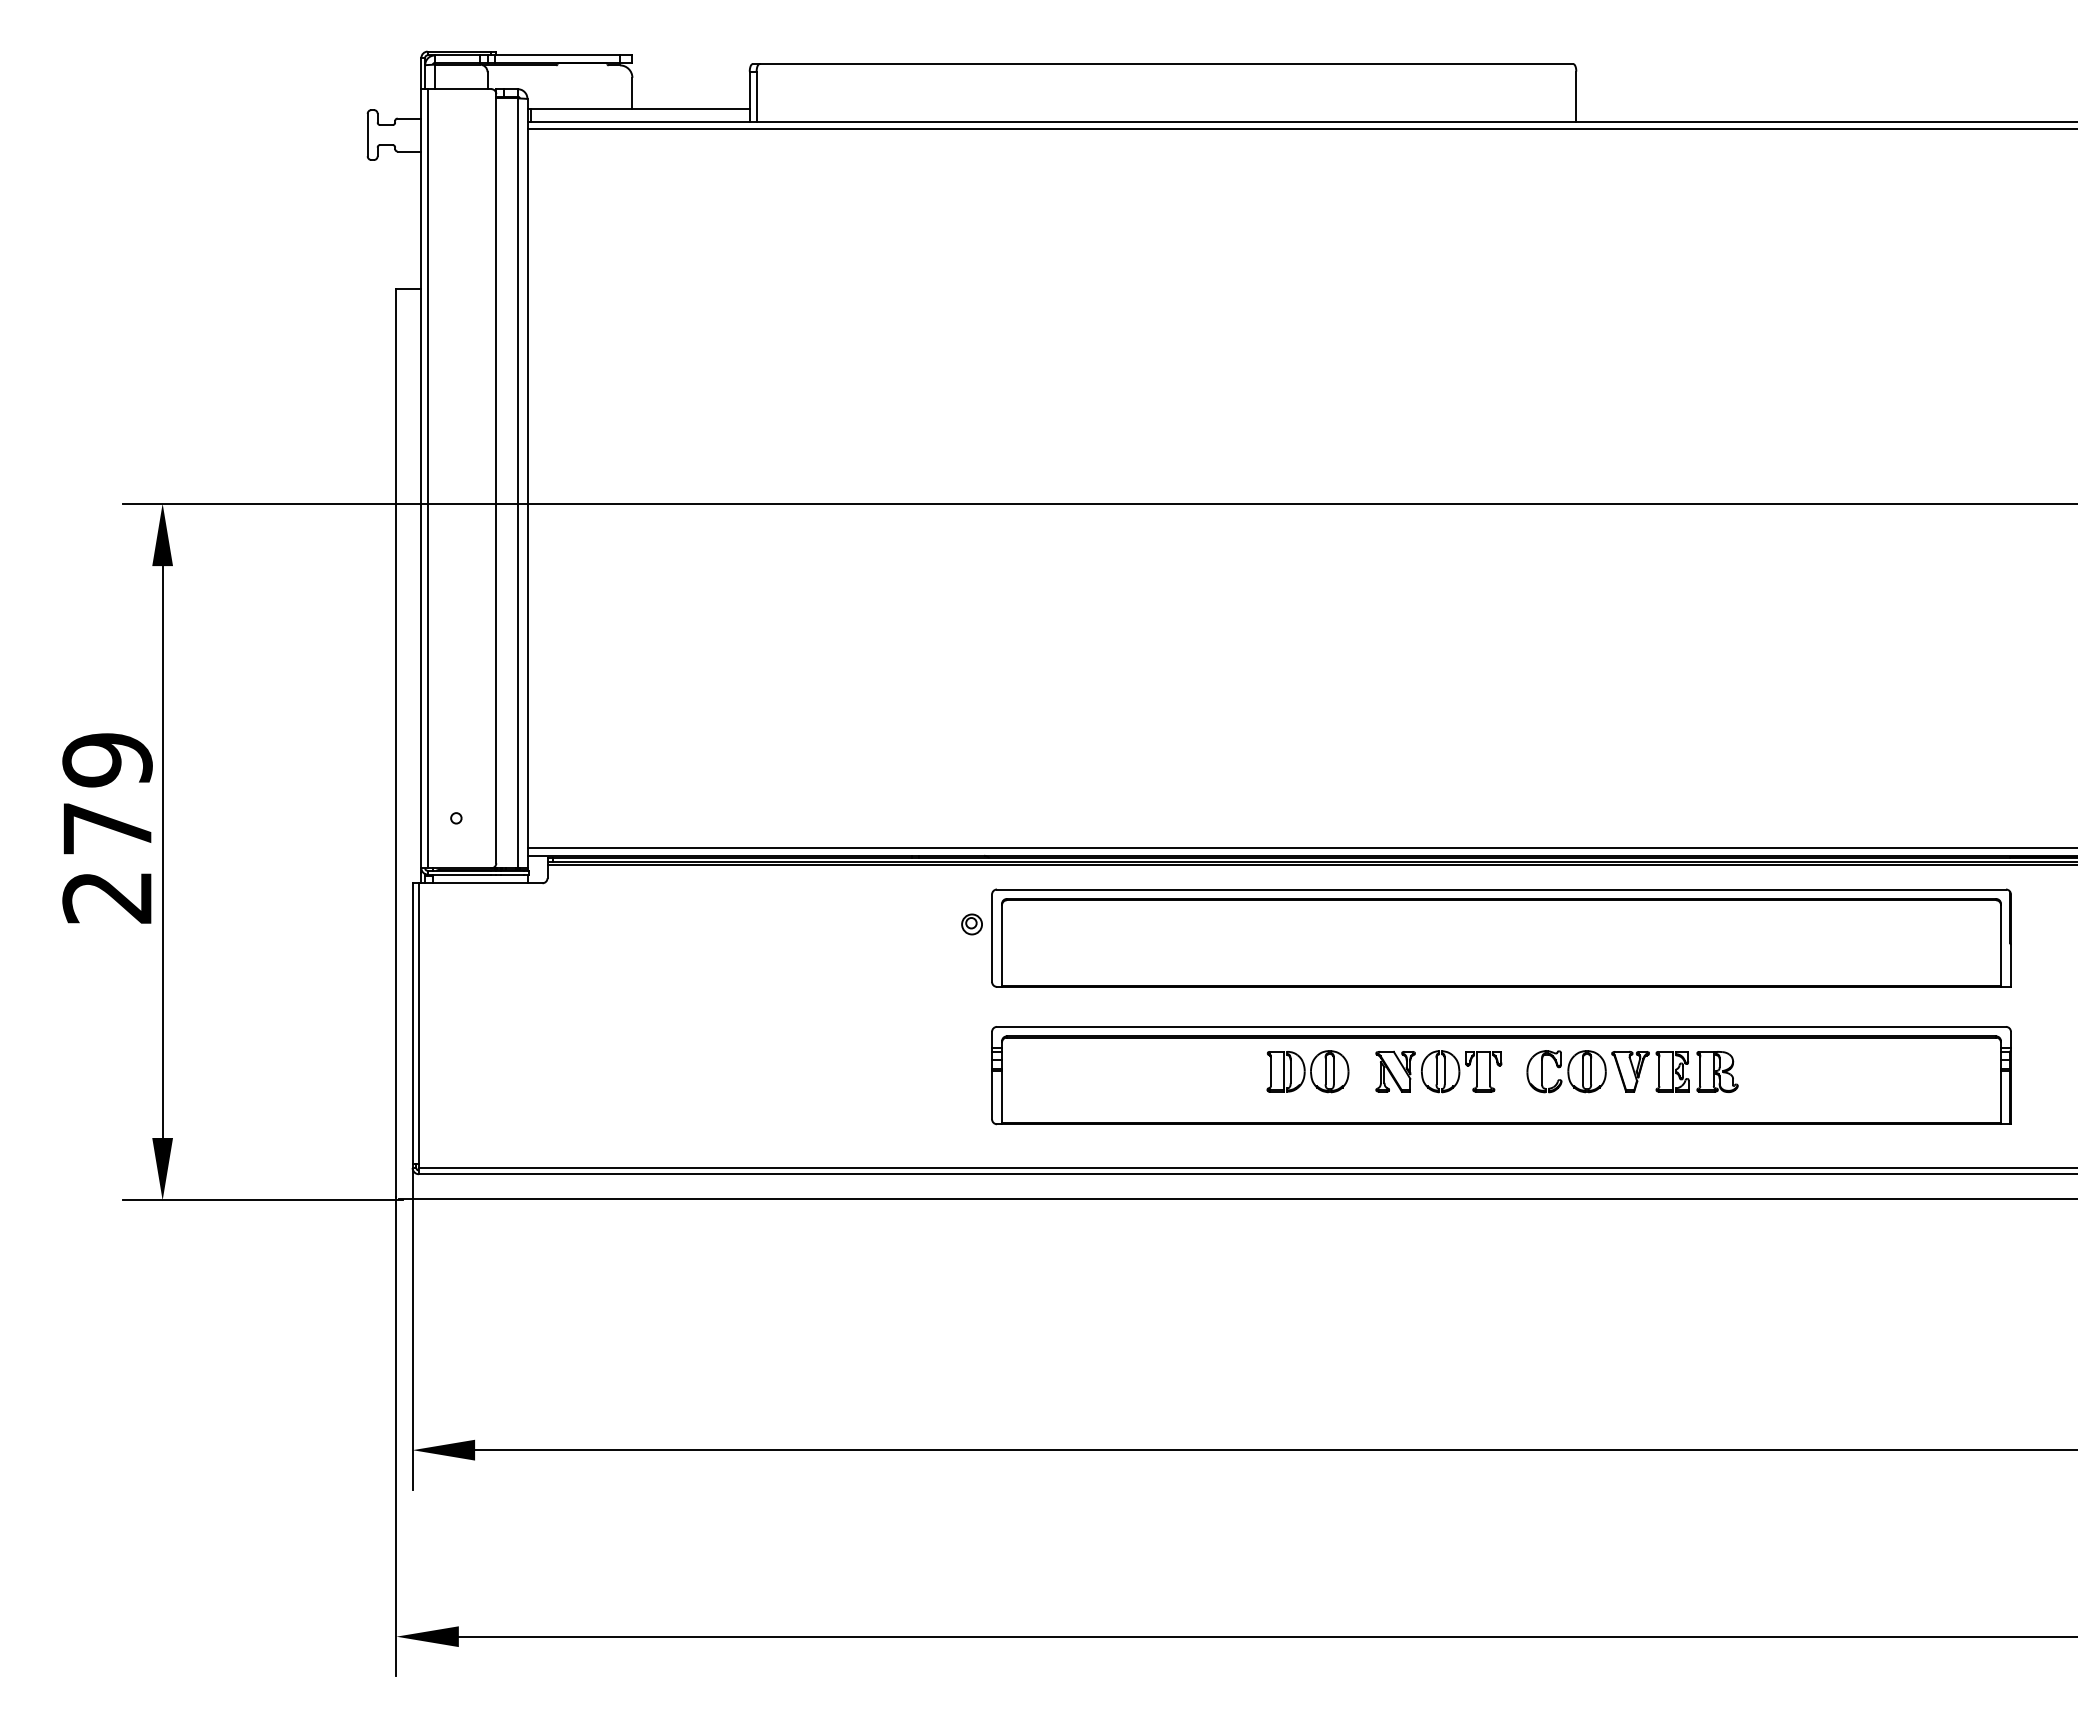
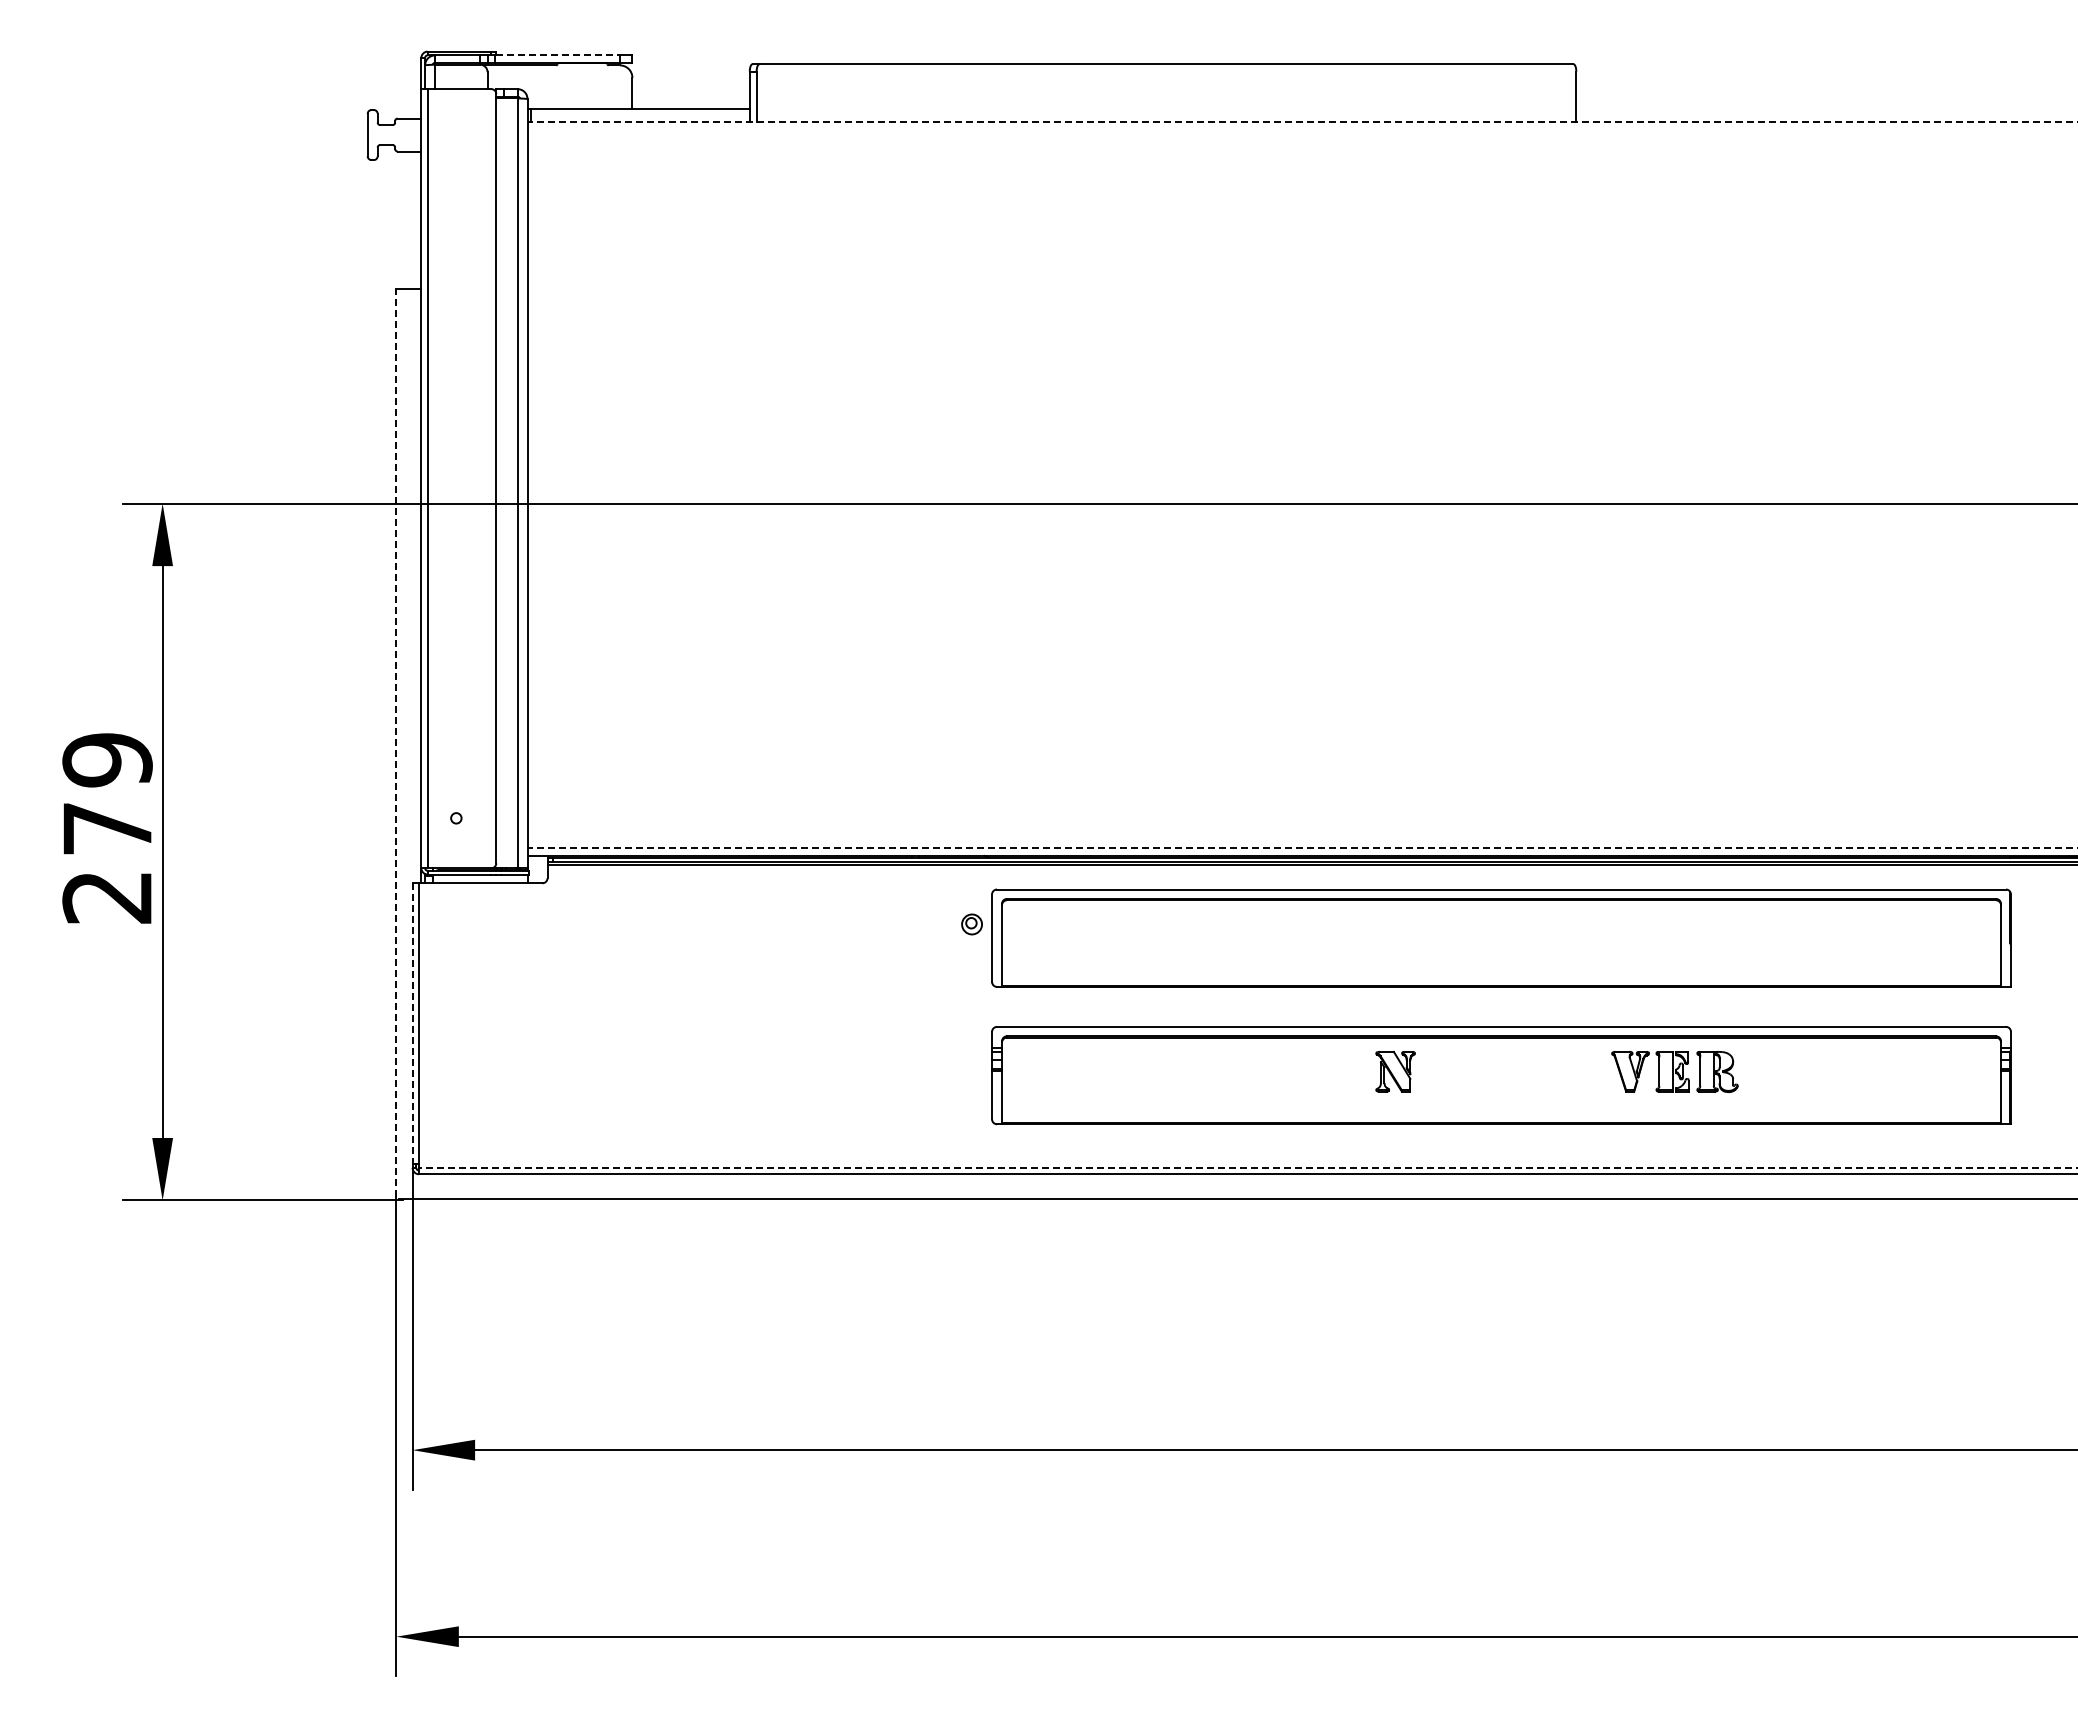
line at (558, 55): solid -> dashed
line at (1302, 121): solid -> dashed
line at (1300, 129): present -> none
line at (396, 742): solid -> dashed
line at (1302, 848): solid -> dashed
line at (412, 1024): solid -> dashed
part at (1307, 1071): present -> none
part at (1461, 1071): present -> none
part at (1566, 1071): present -> none
line at (1247, 1167): solid -> dashed
